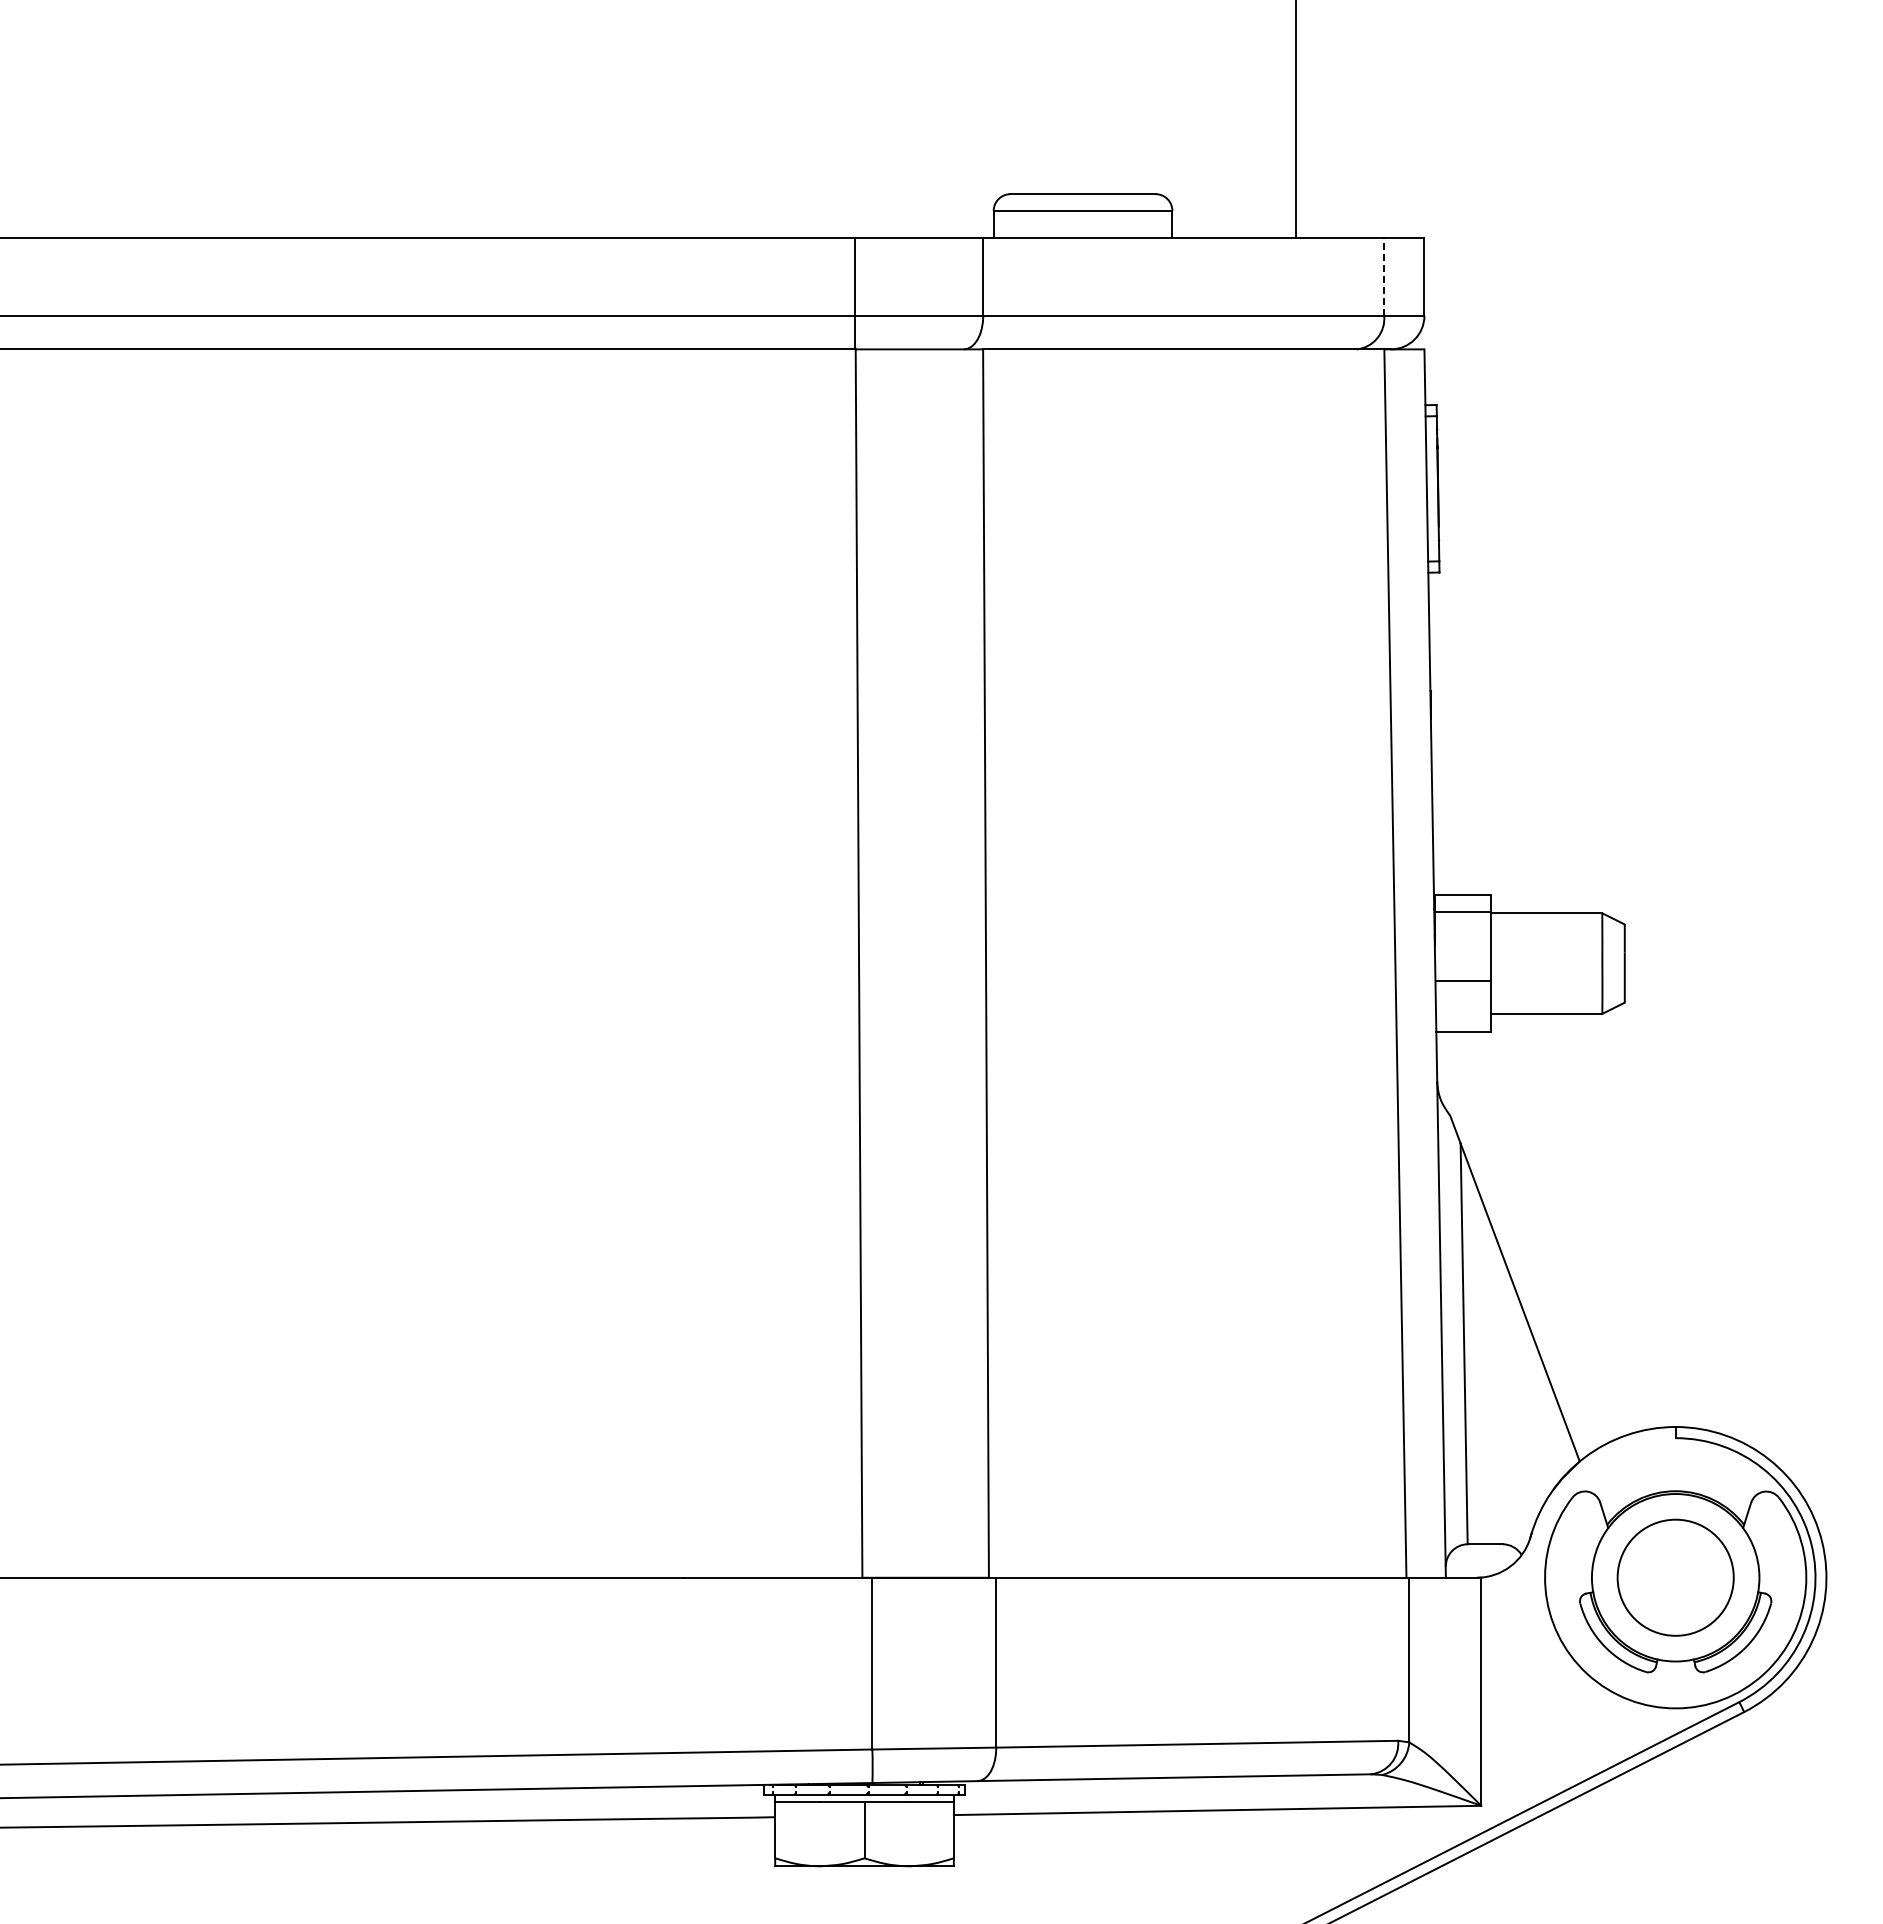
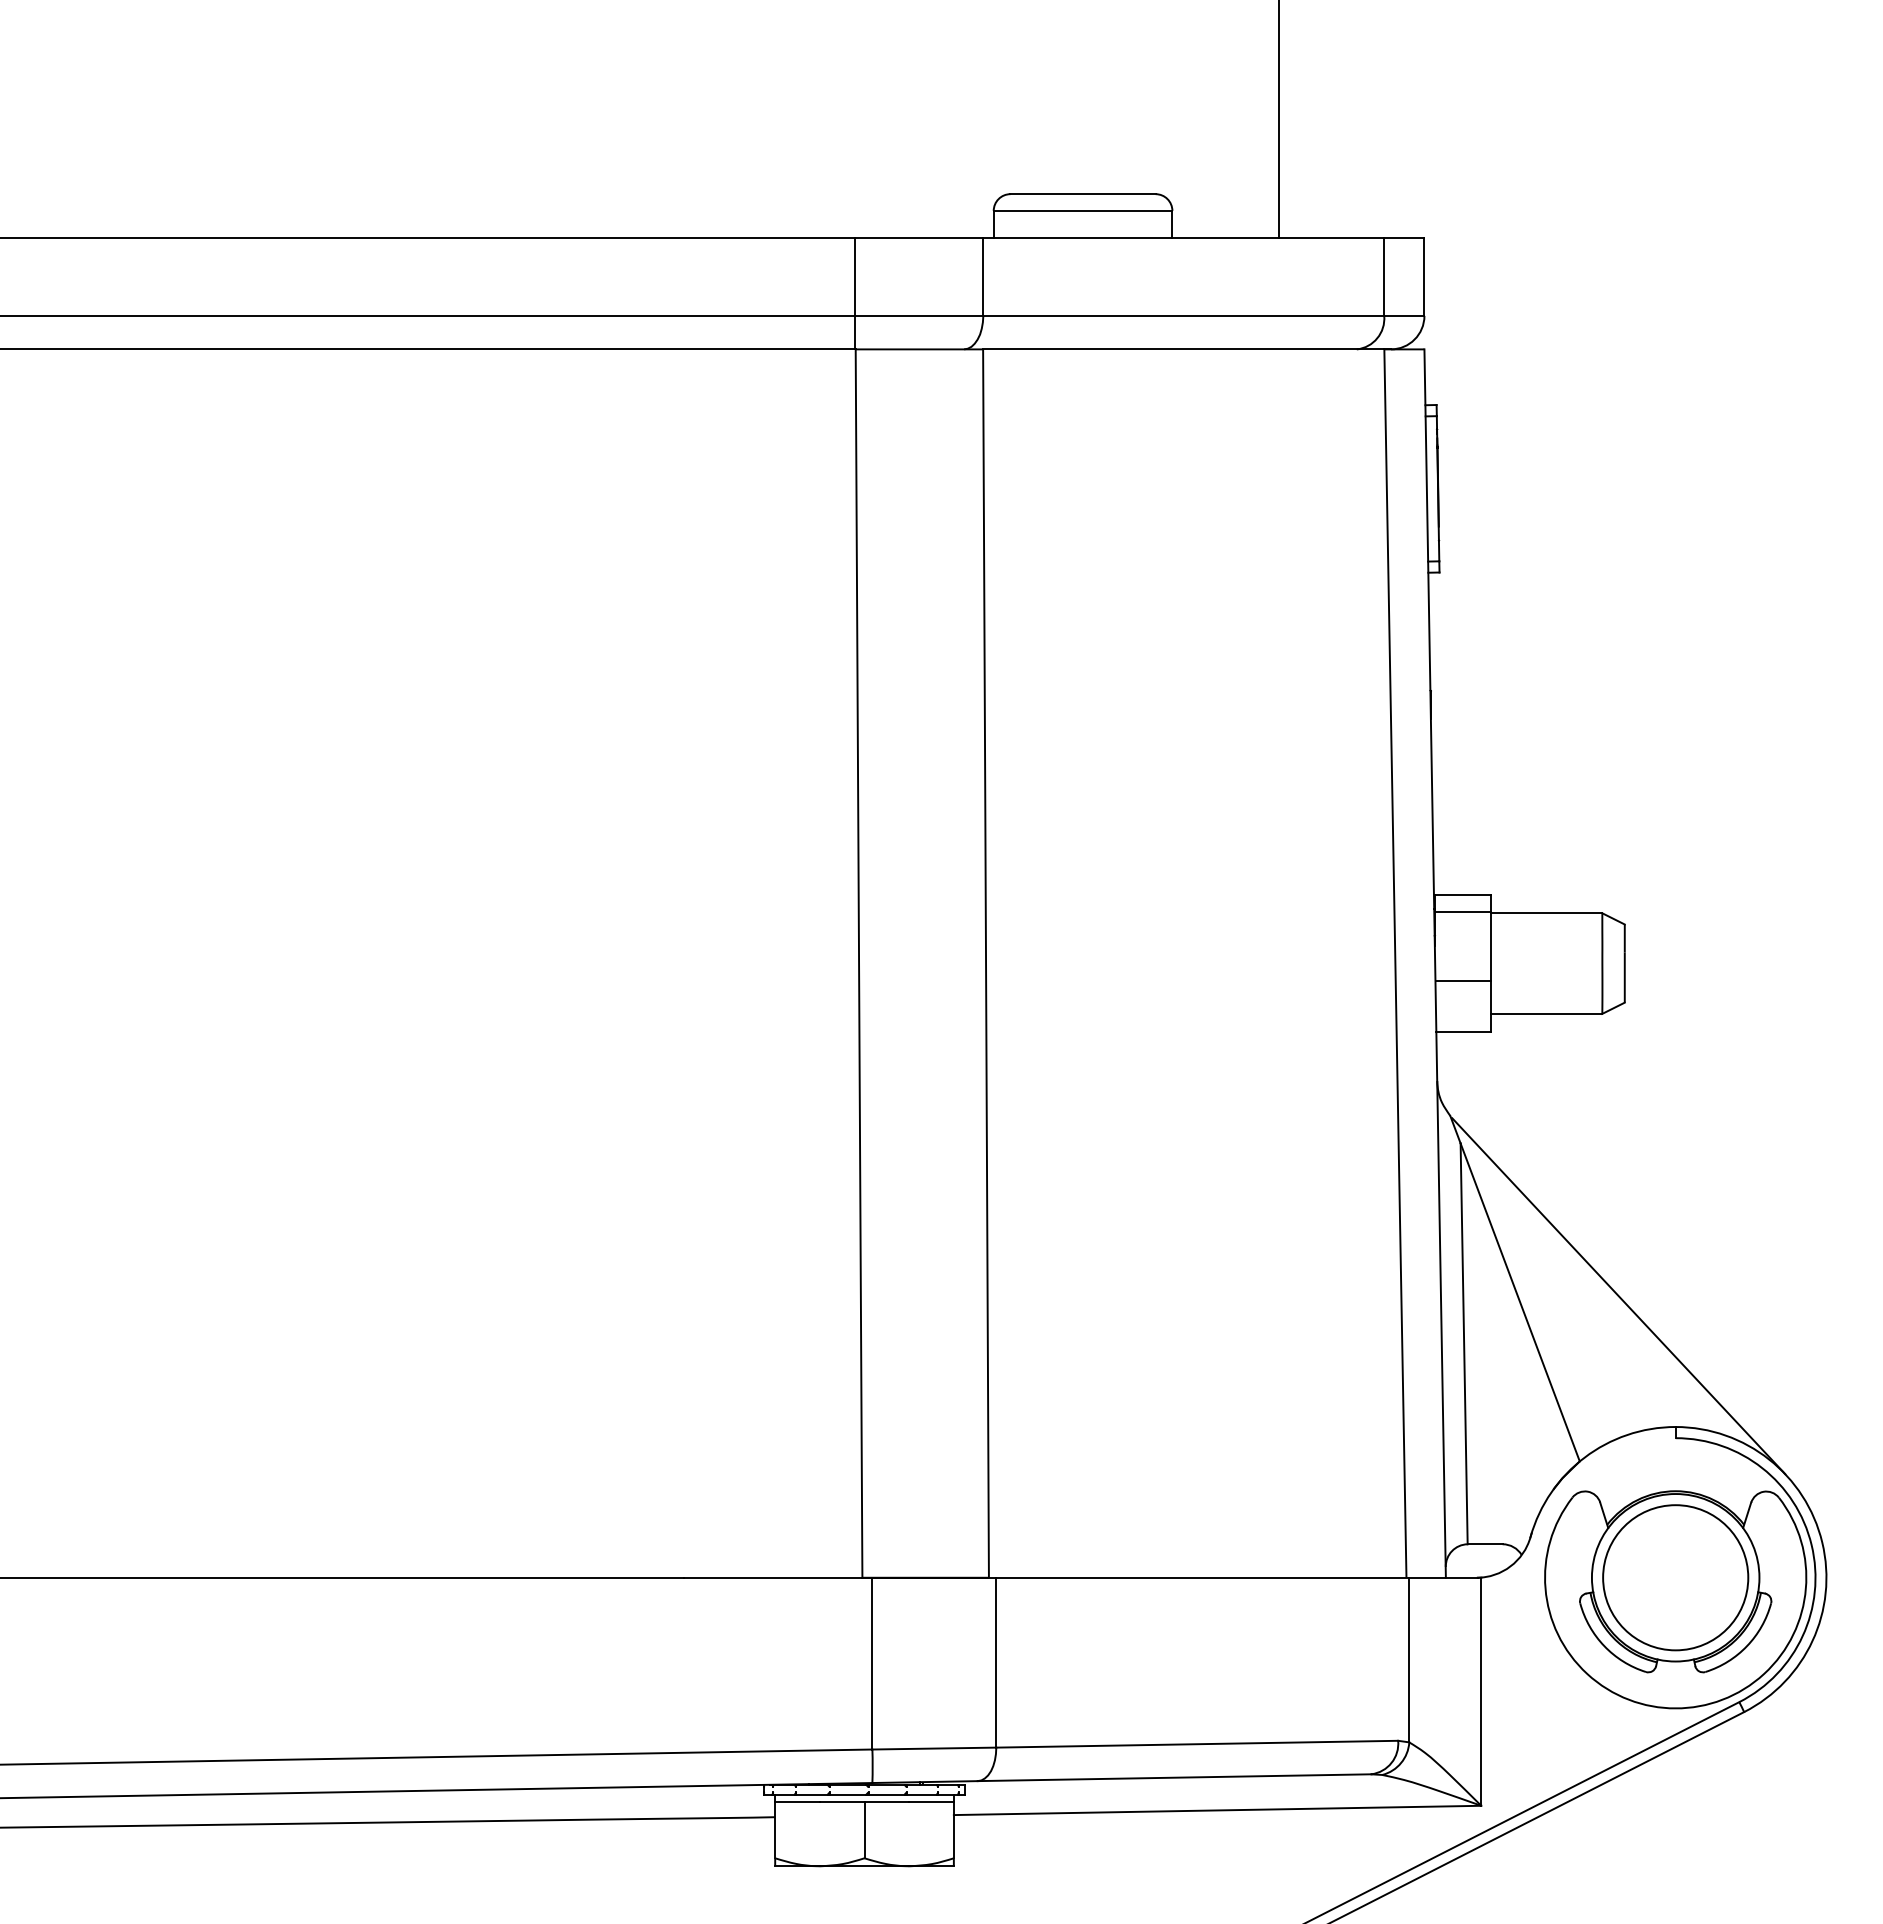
line at (1296, 119) position: (1296, 119) -> (1279, 119)
line at (1384, 276): dashed -> solid
line at (1618, 1296): none -> present
circle at (1675, 1577) diameter: 116 px -> 145 px
